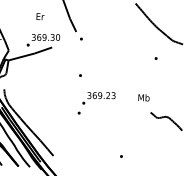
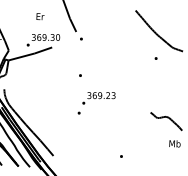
curve at (157, 26) position: (157, 26) -> (157, 33)
text at (143, 97) position: (143, 97) -> (174, 143)
